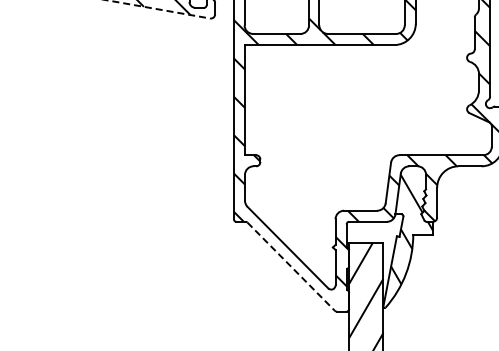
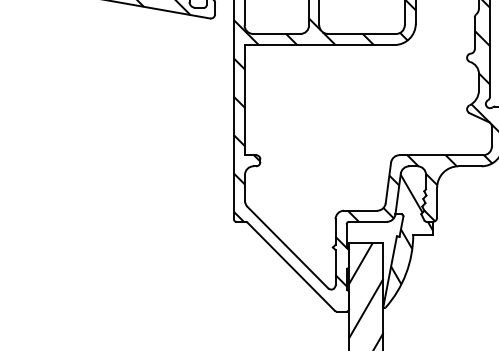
line at (158, 9): dashed -> solid
line at (291, 267): dashed -> solid
